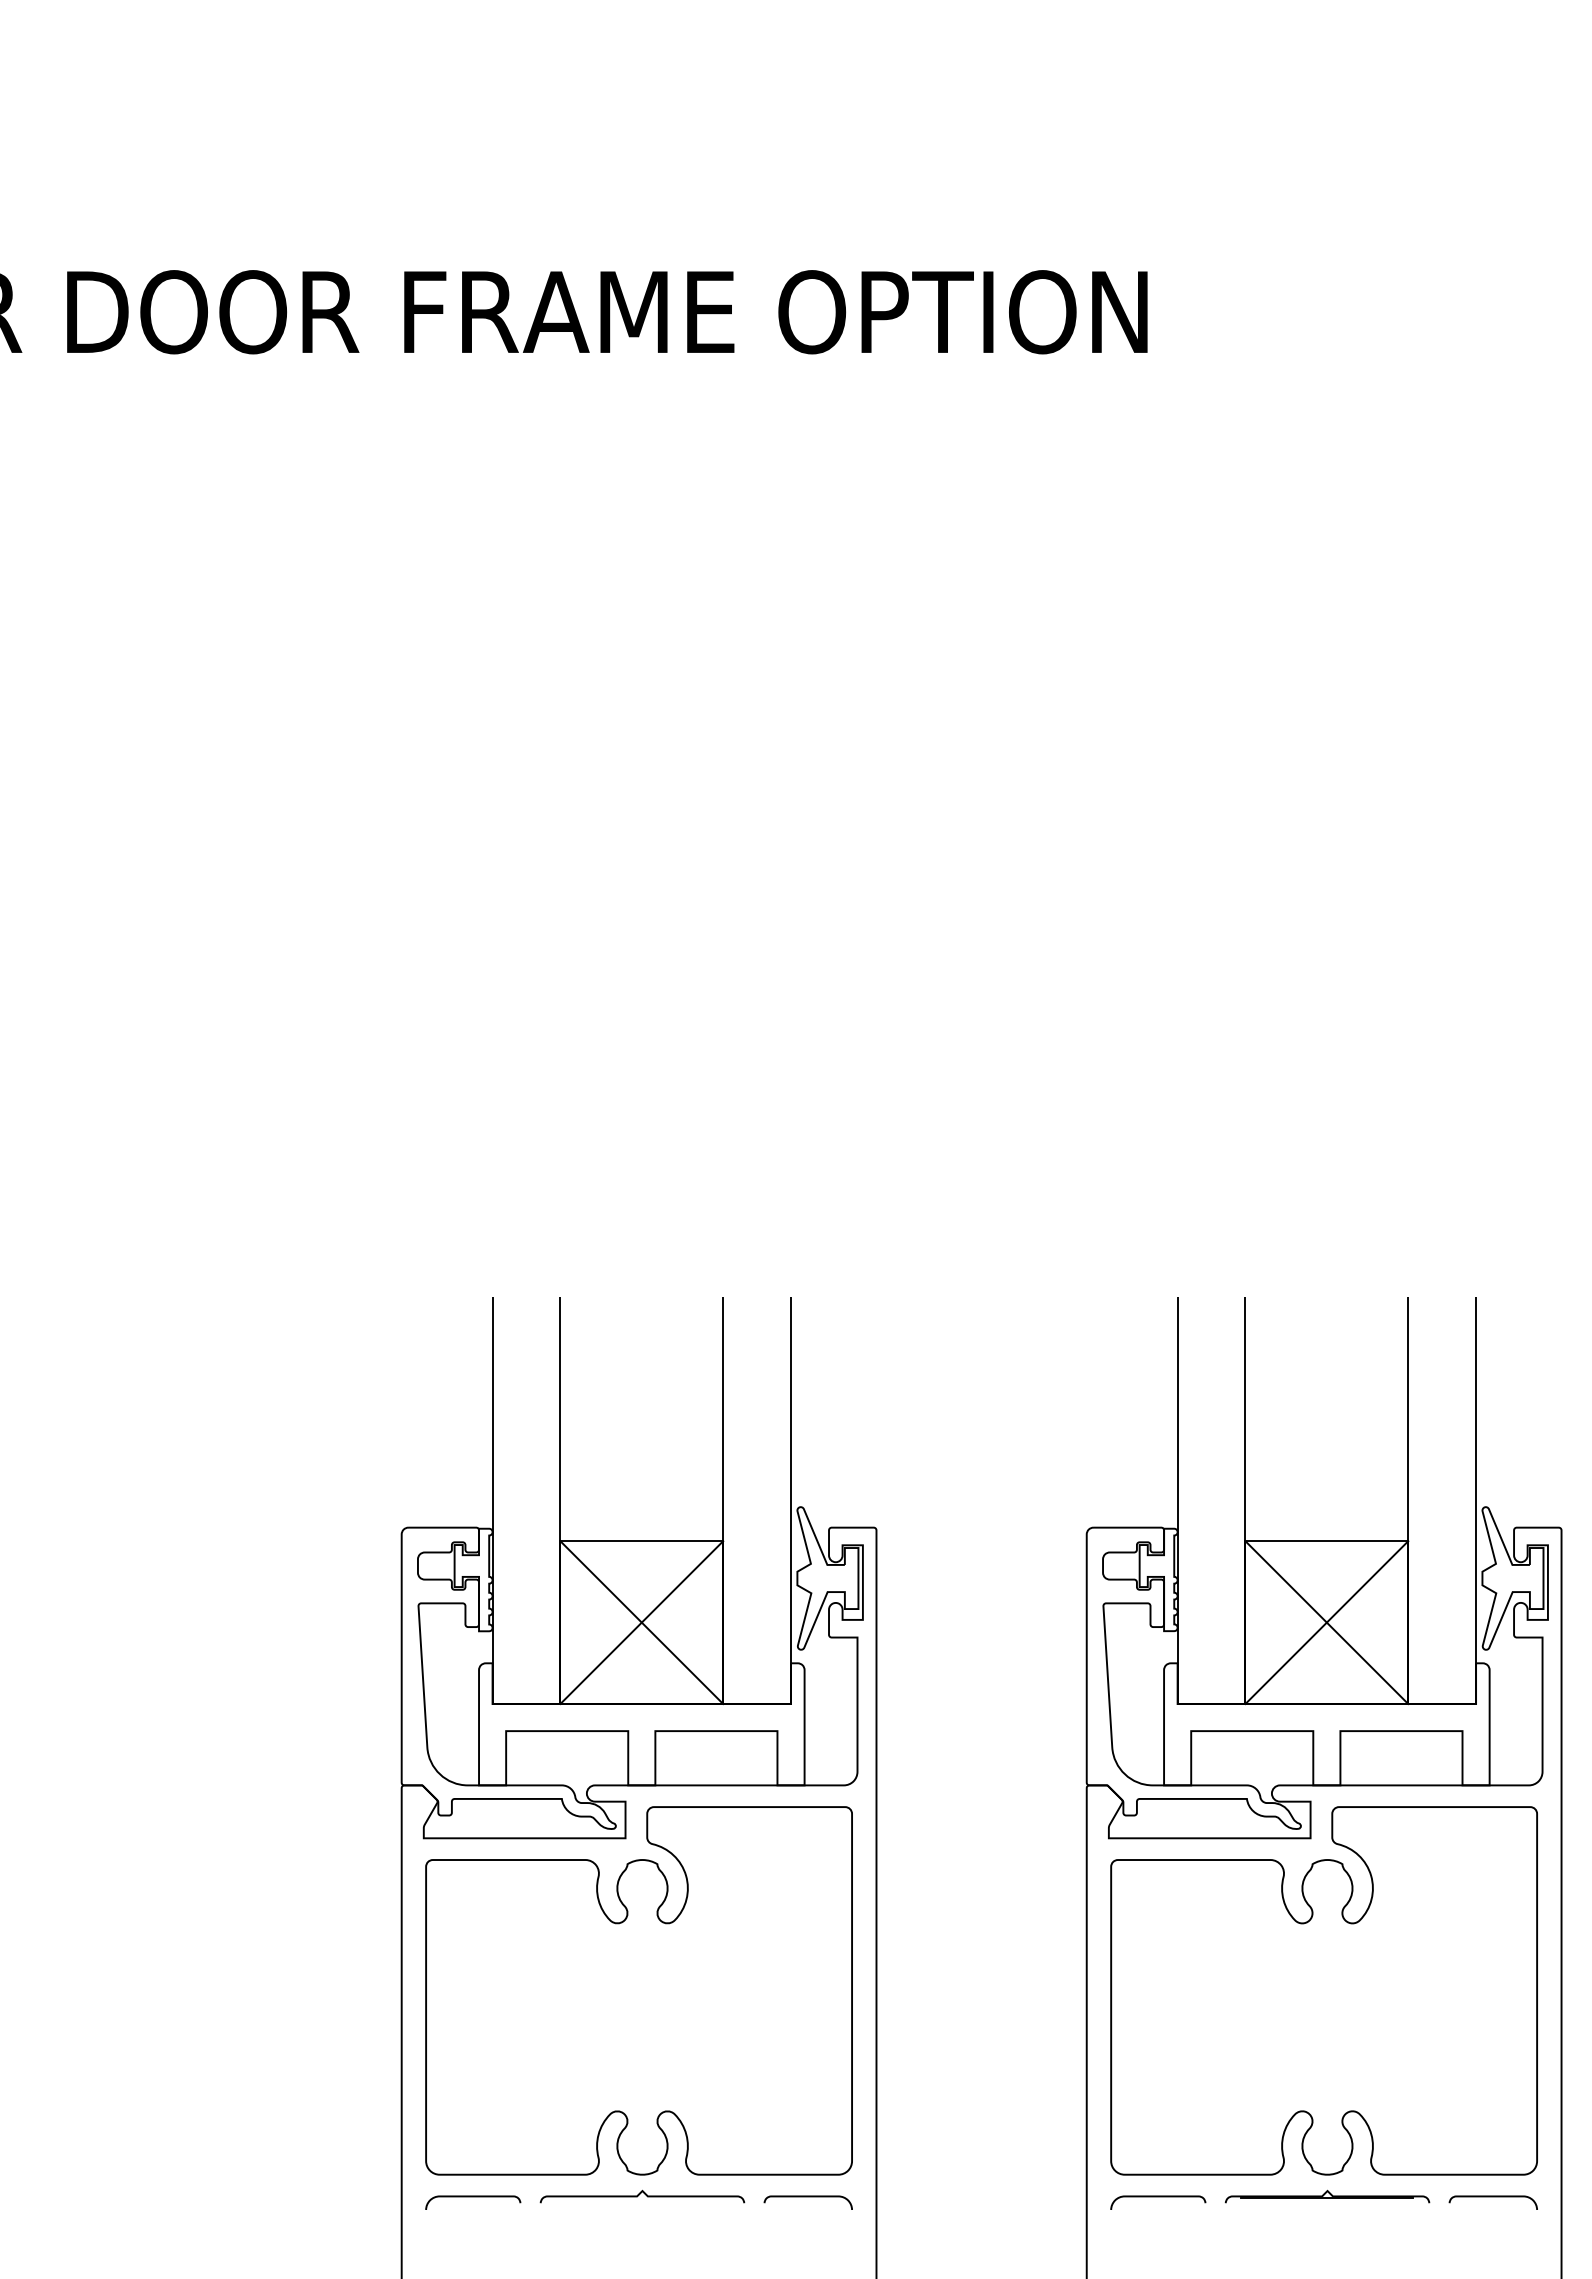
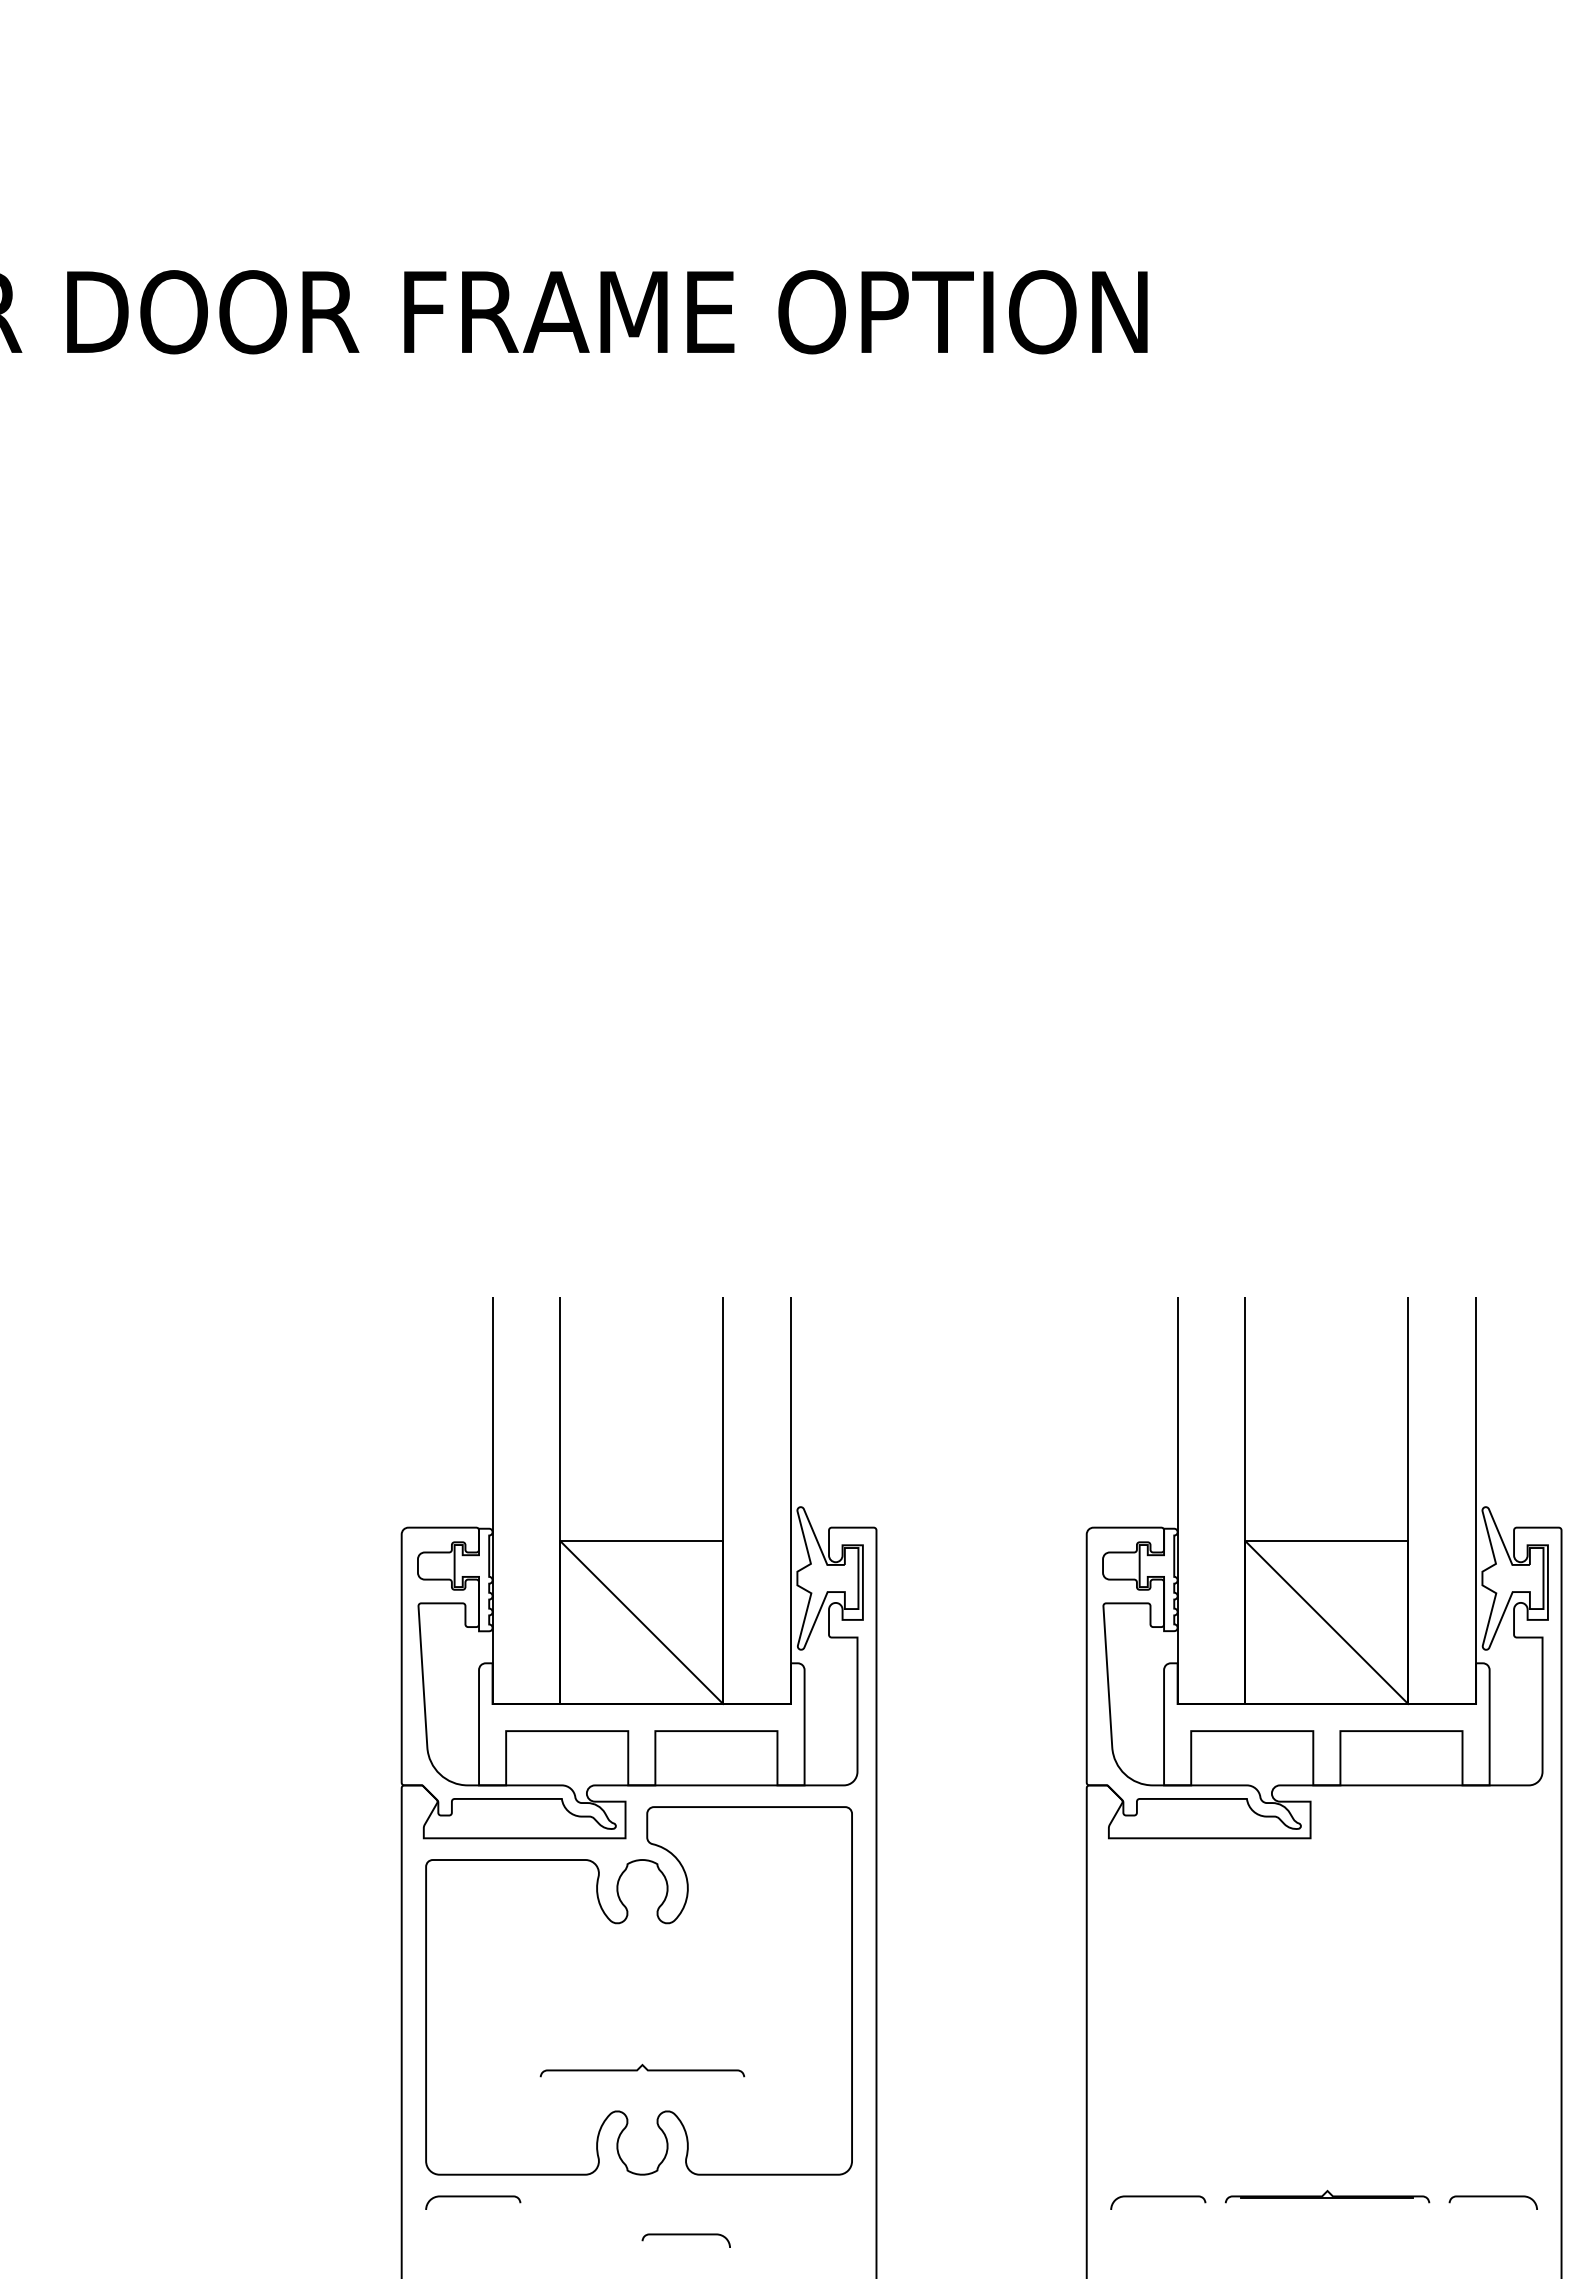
line at (641, 1622): present -> none
line at (1326, 1622): present -> none
part at (1323, 1990): present -> none
curve at (640, 2194) position: (640, 2194) -> (640, 2068)
curve at (807, 2197) position: (807, 2197) -> (685, 2235)
